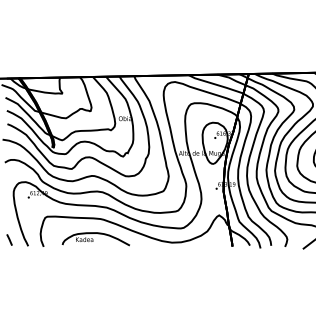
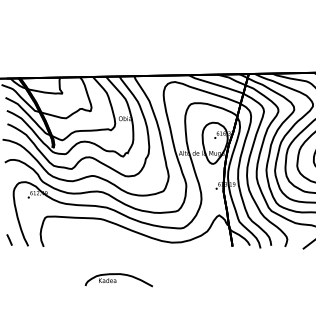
part at (95, 239) position: (95, 239) -> (118, 280)
